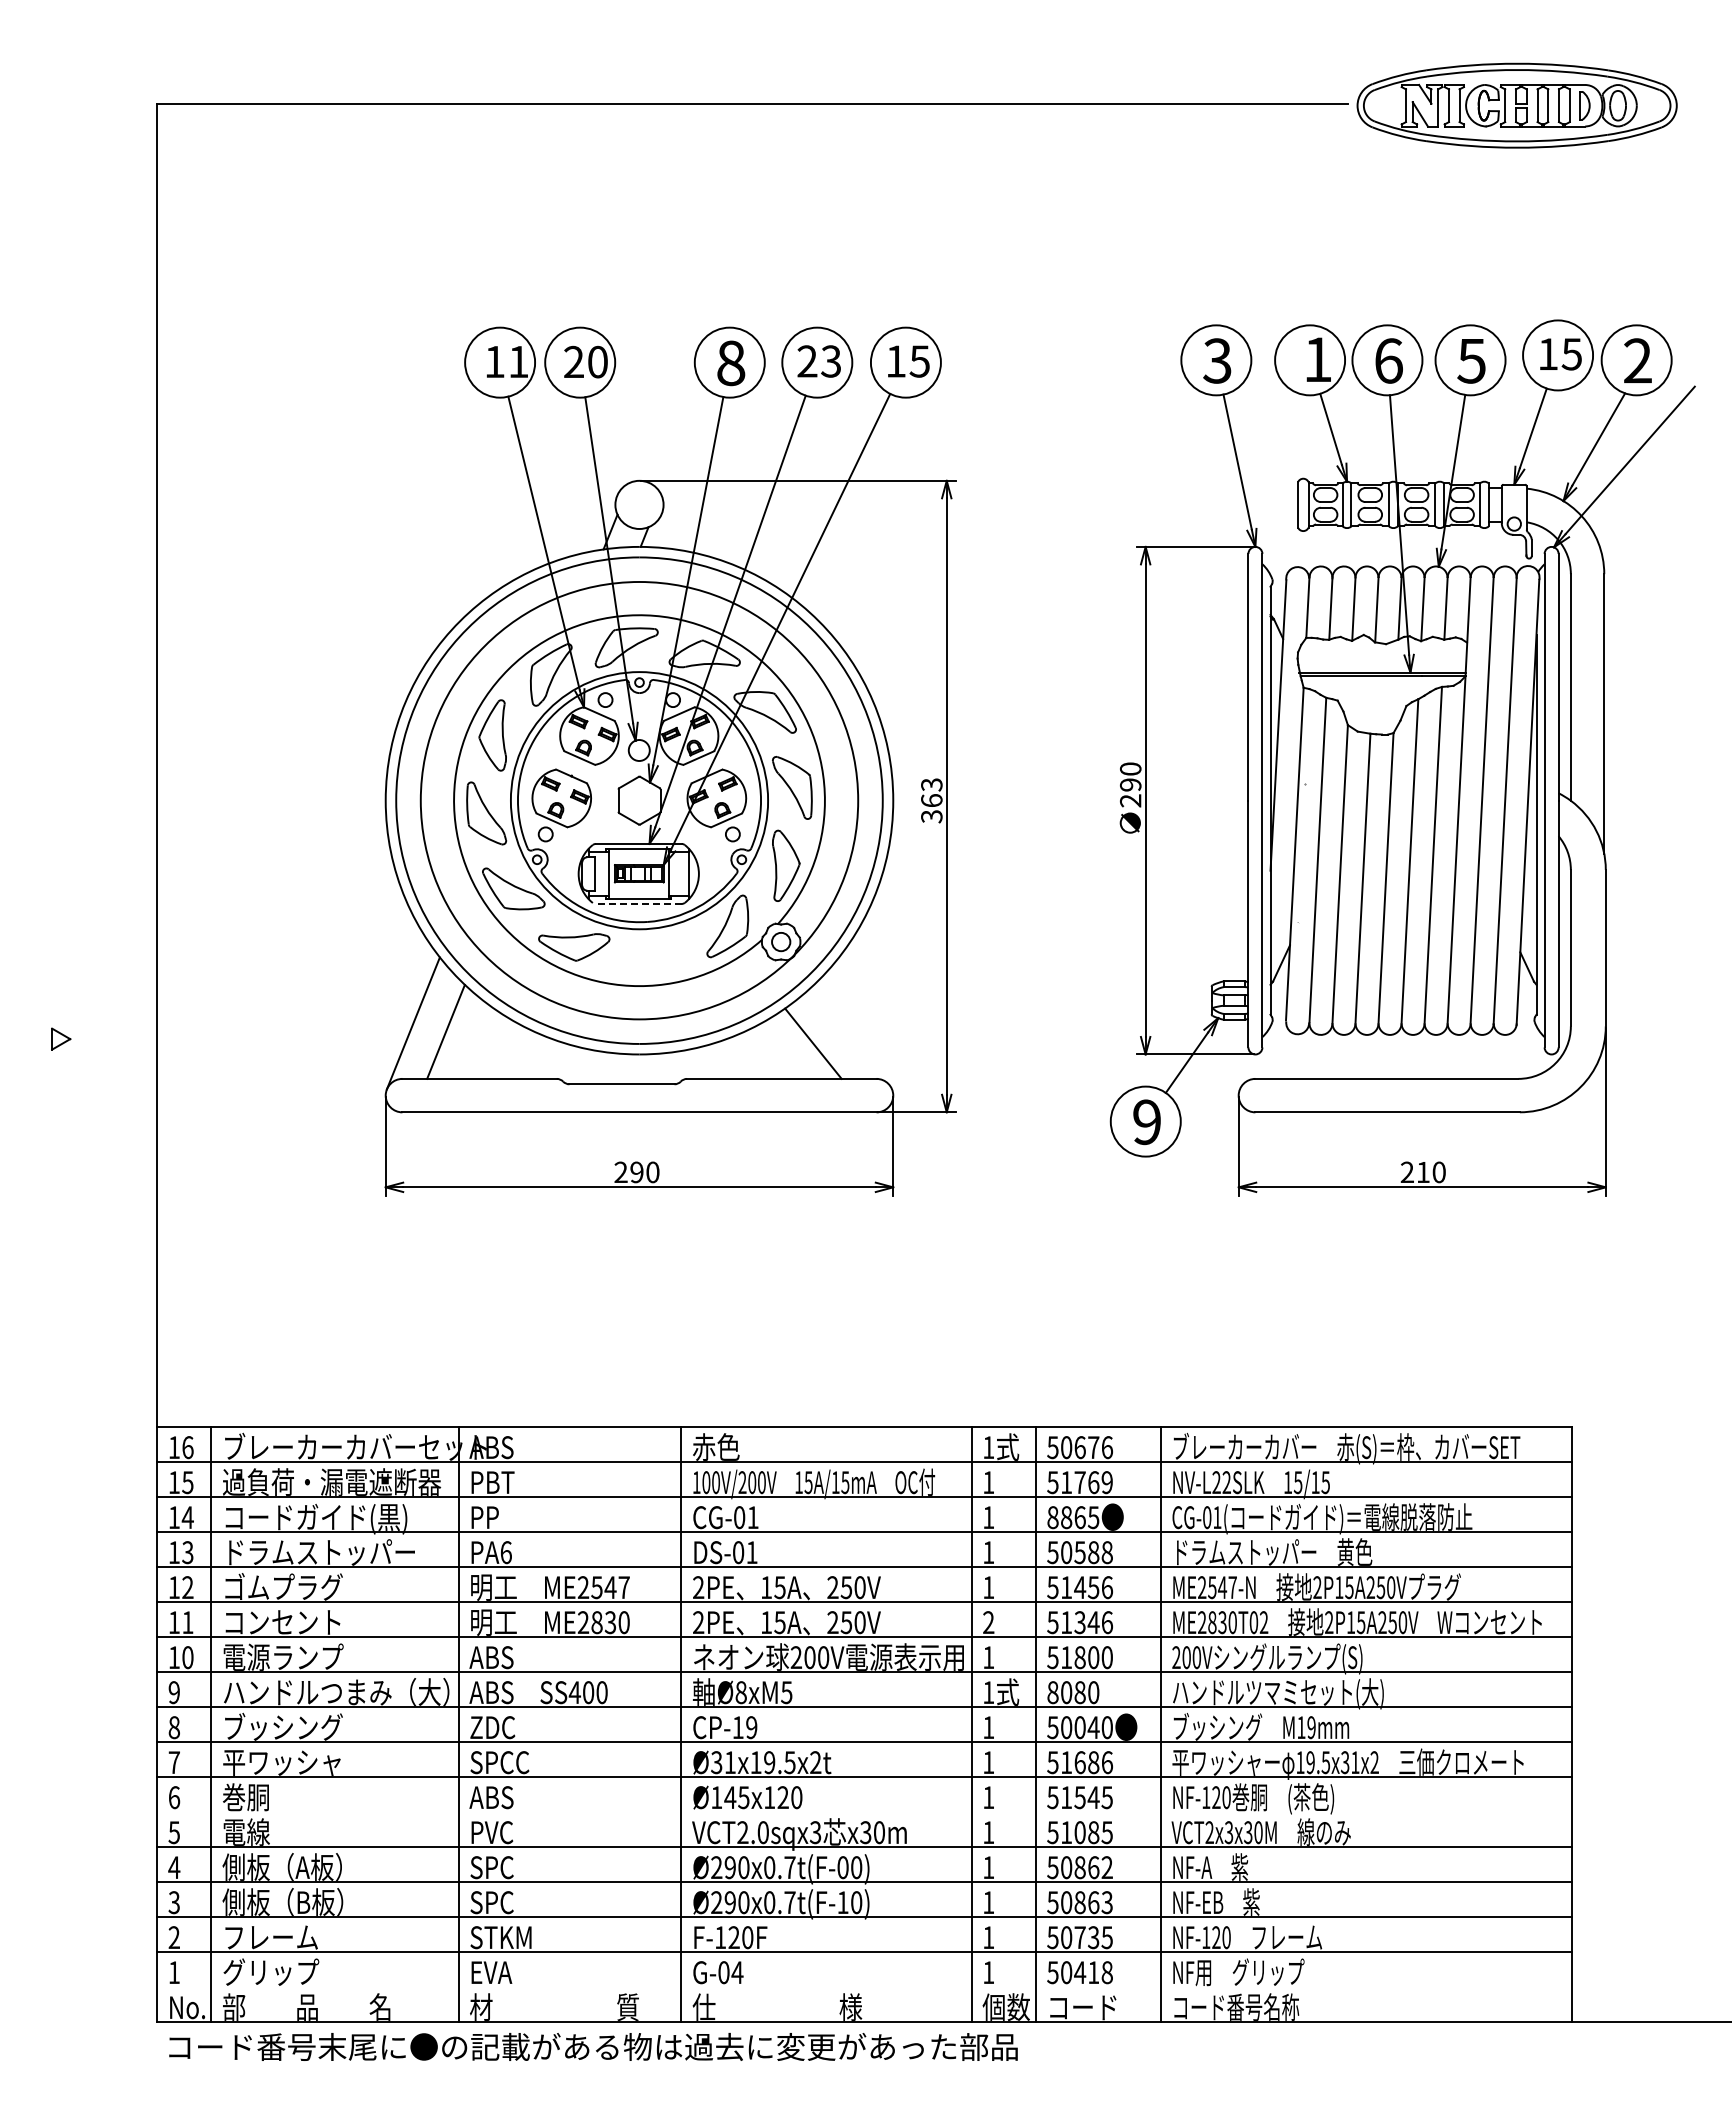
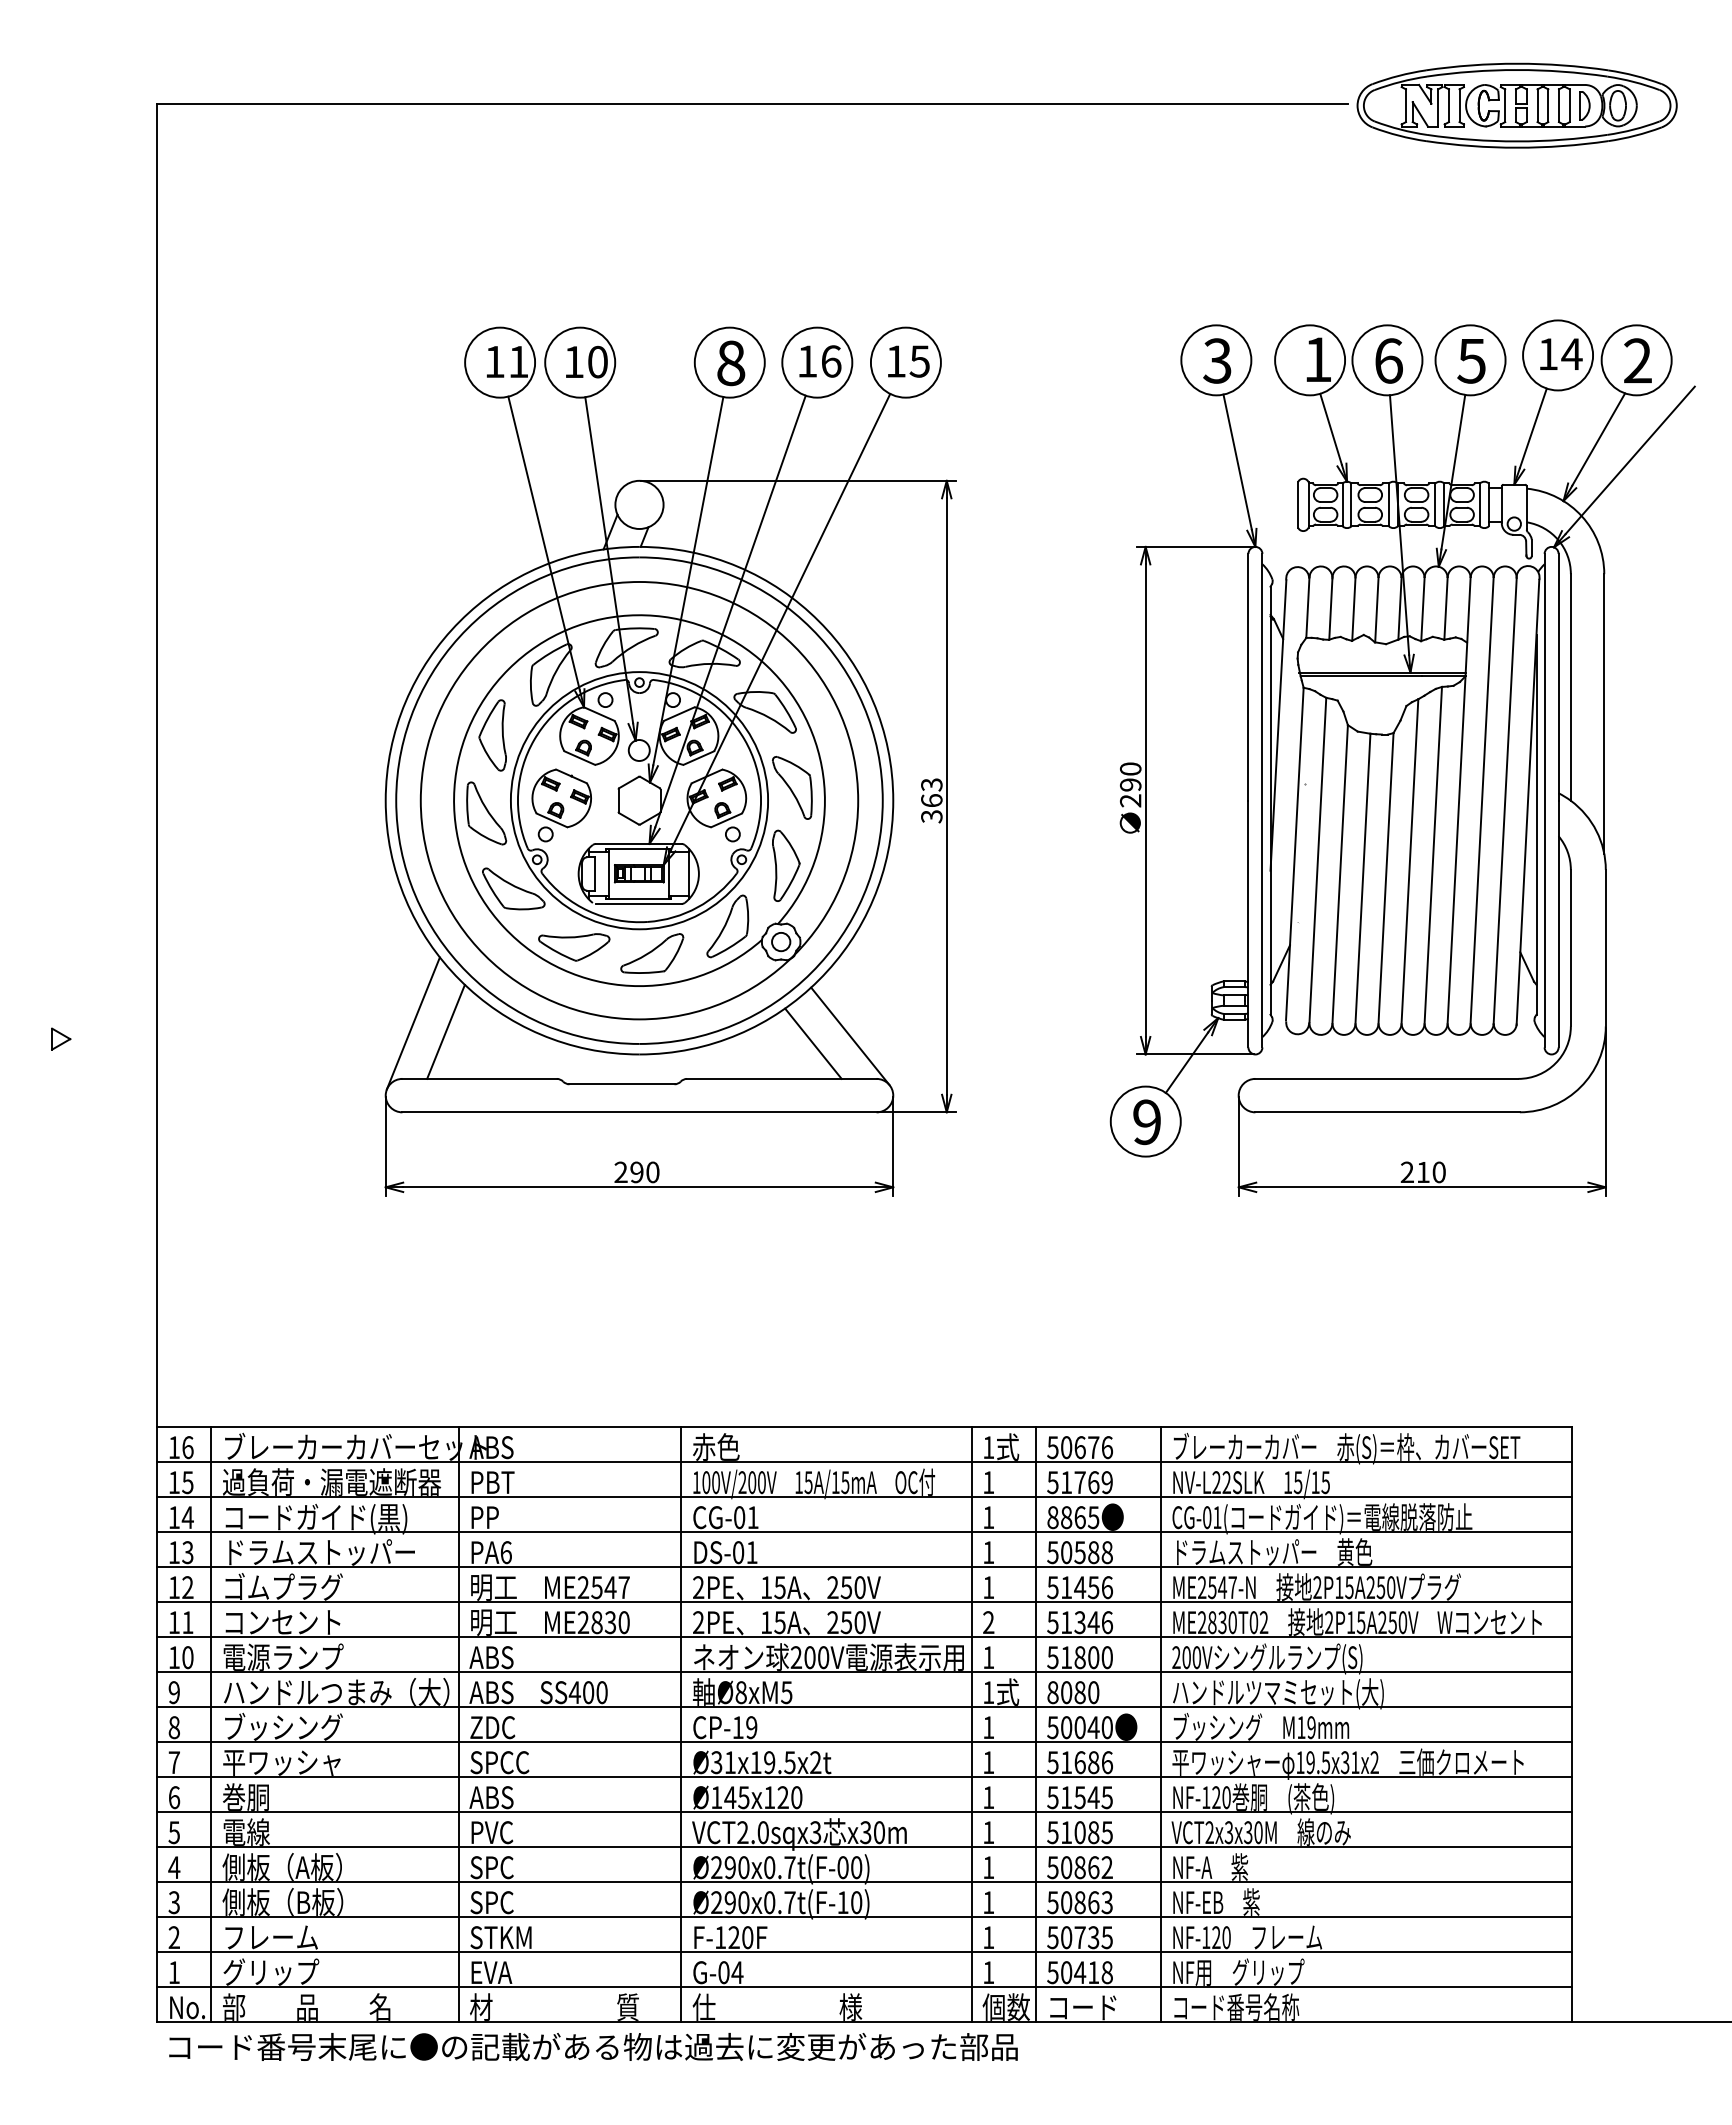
text at (1571, 354): 15 -> 14
text at (573, 361): 20 -> 10
text at (819, 361): 23 -> 16
line at (638, 904): dashed -> solid
part at (652, 953): none -> present
line at (850, 1036): none -> present
line at (864, 1812): none -> present
line at (864, 1987): none -> present
